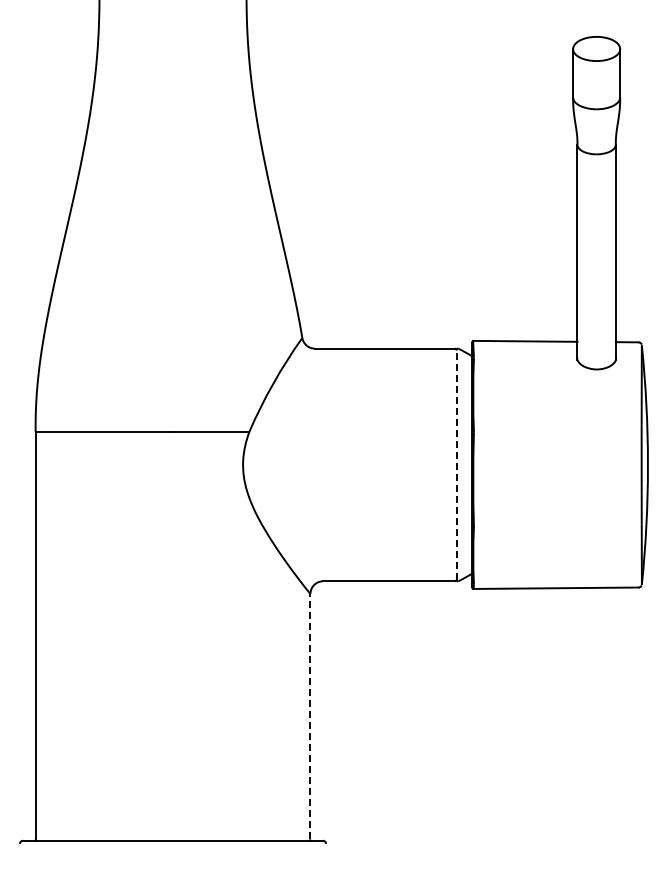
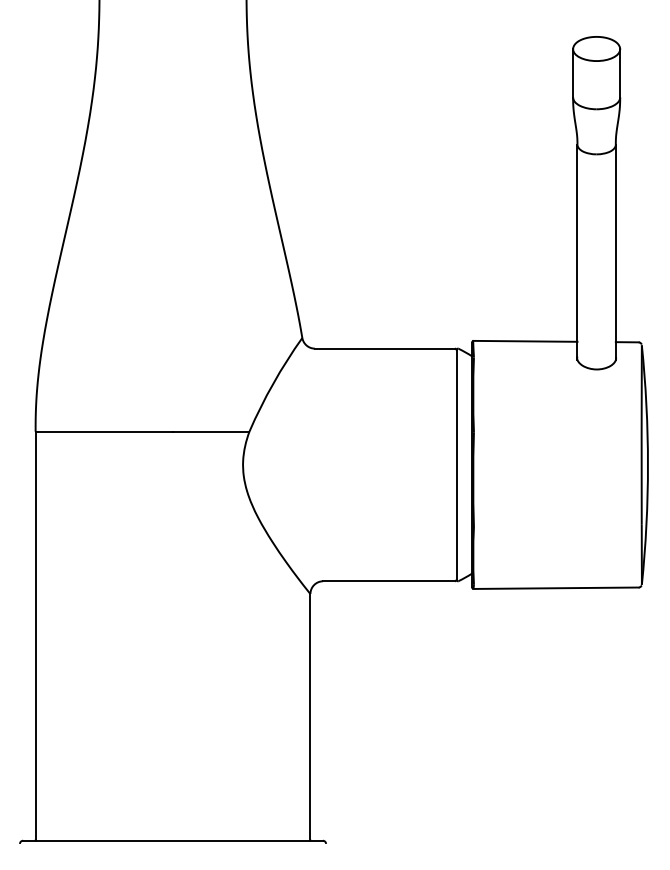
line at (456, 464): dashed -> solid
line at (310, 716): dashed -> solid
